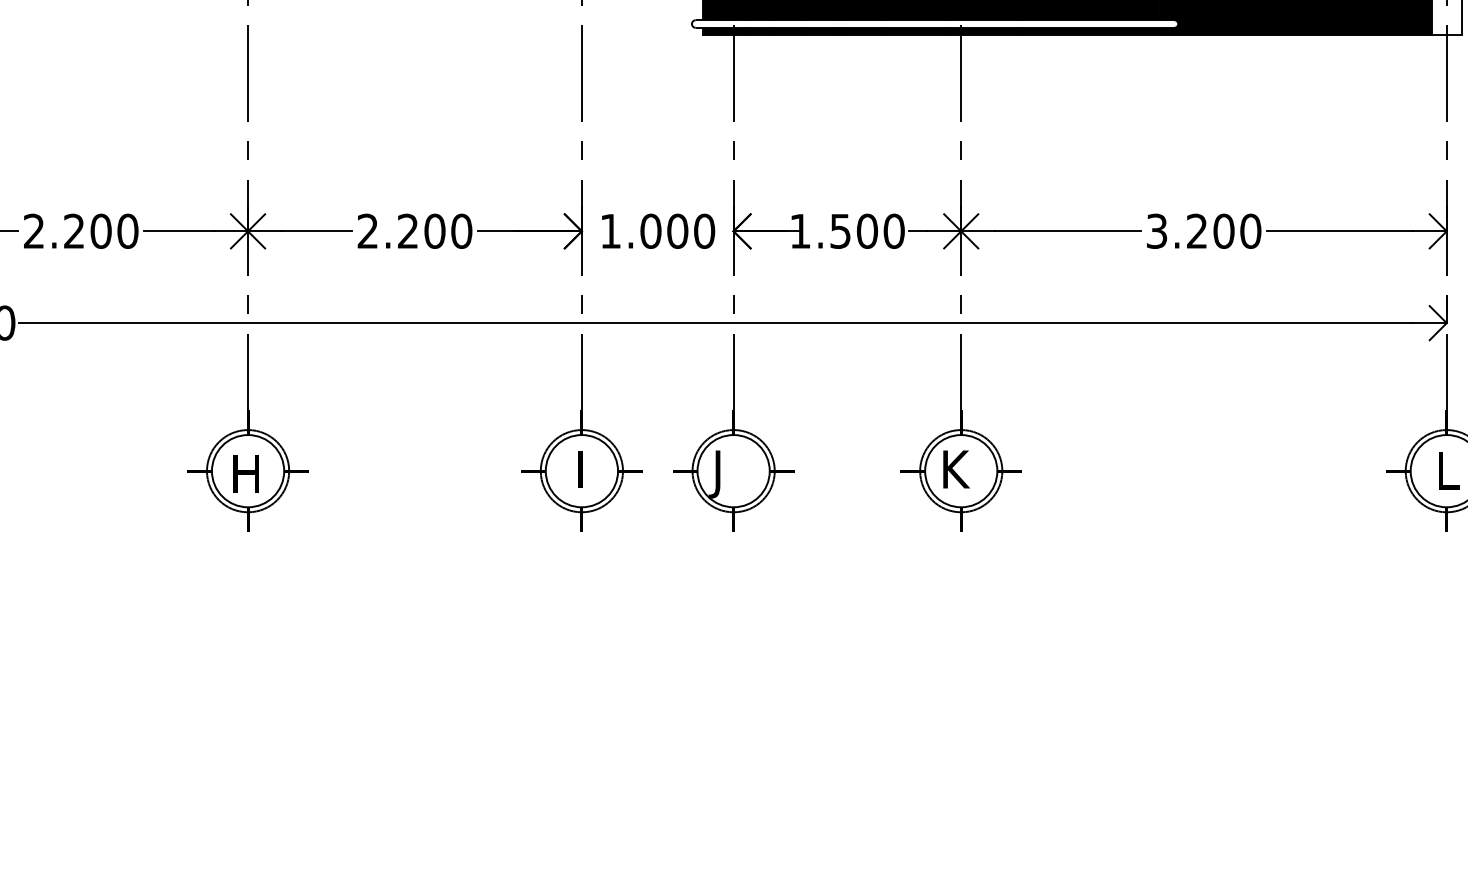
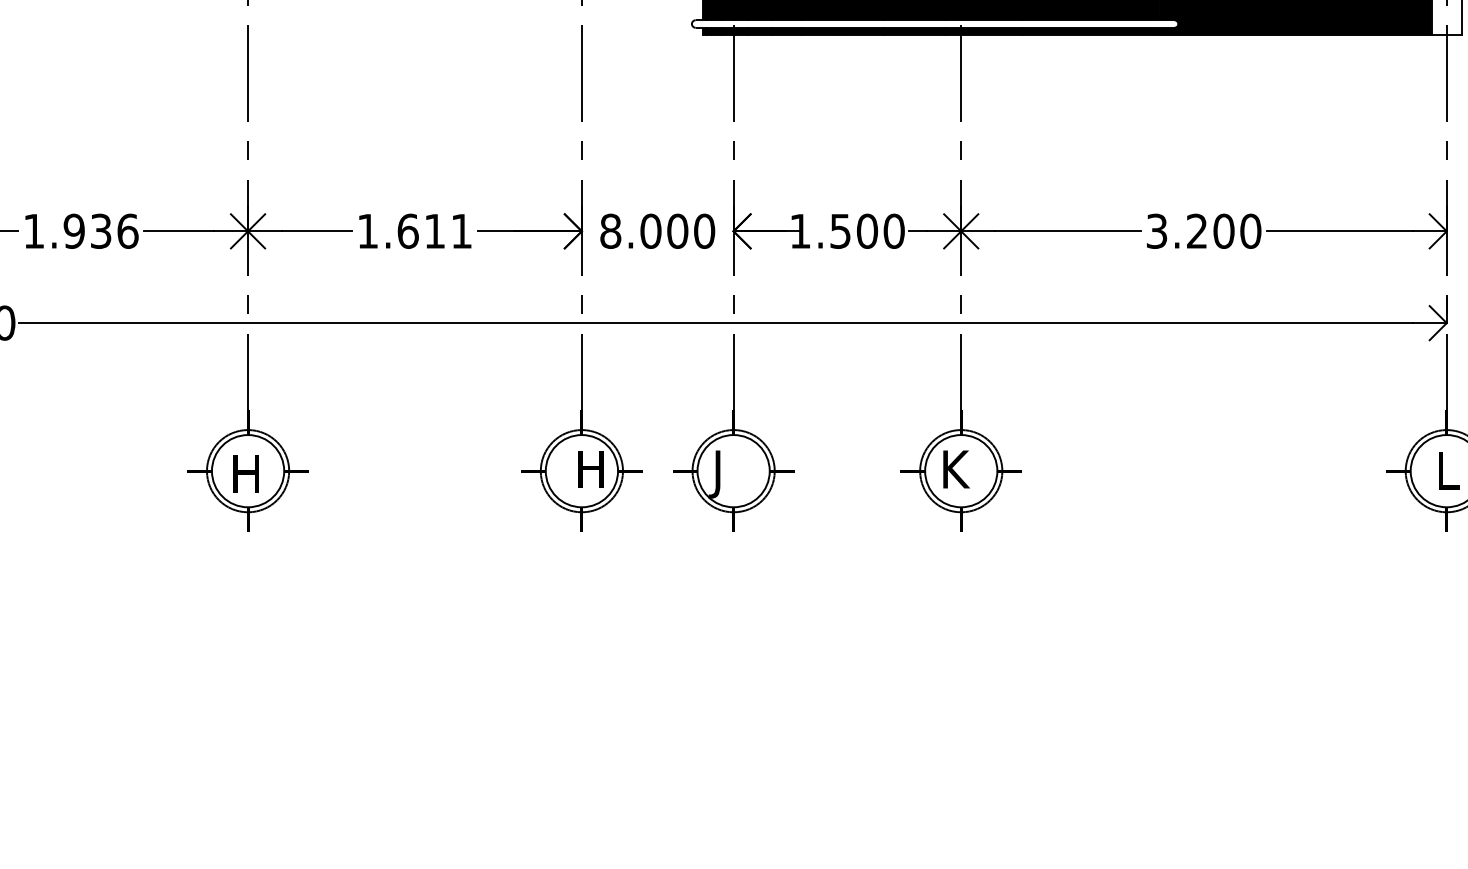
text at (81, 230): 2.200 -> 1.936
text at (414, 230): 2.200 -> 1.611
text at (610, 230): 1.000 -> 8.000
text at (593, 469): I -> H
